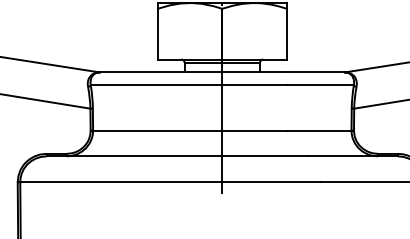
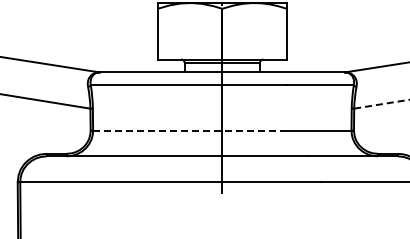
line at (381, 104): solid -> dashed
line at (189, 130): solid -> dashed
